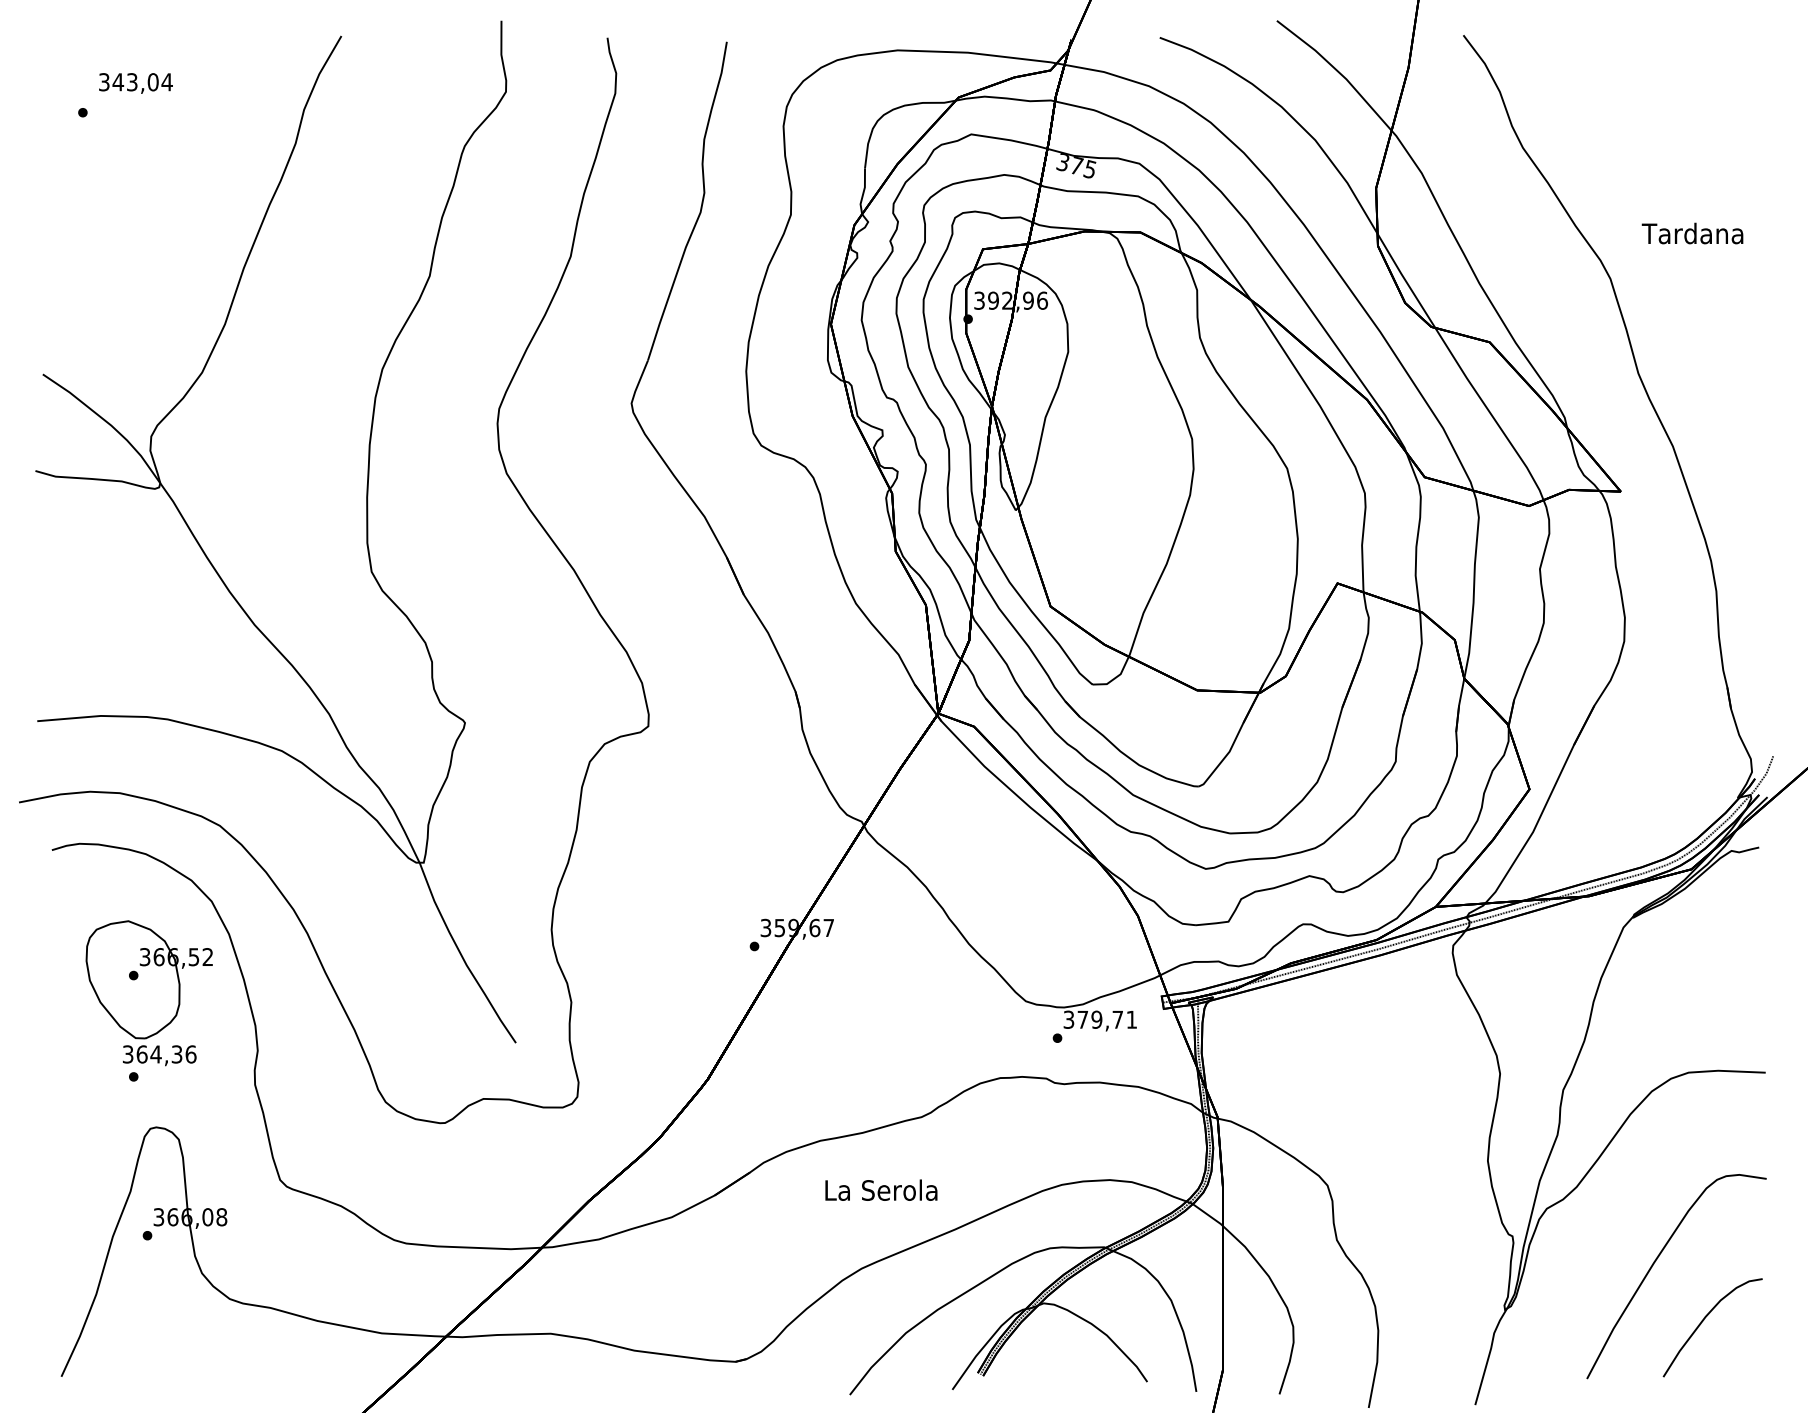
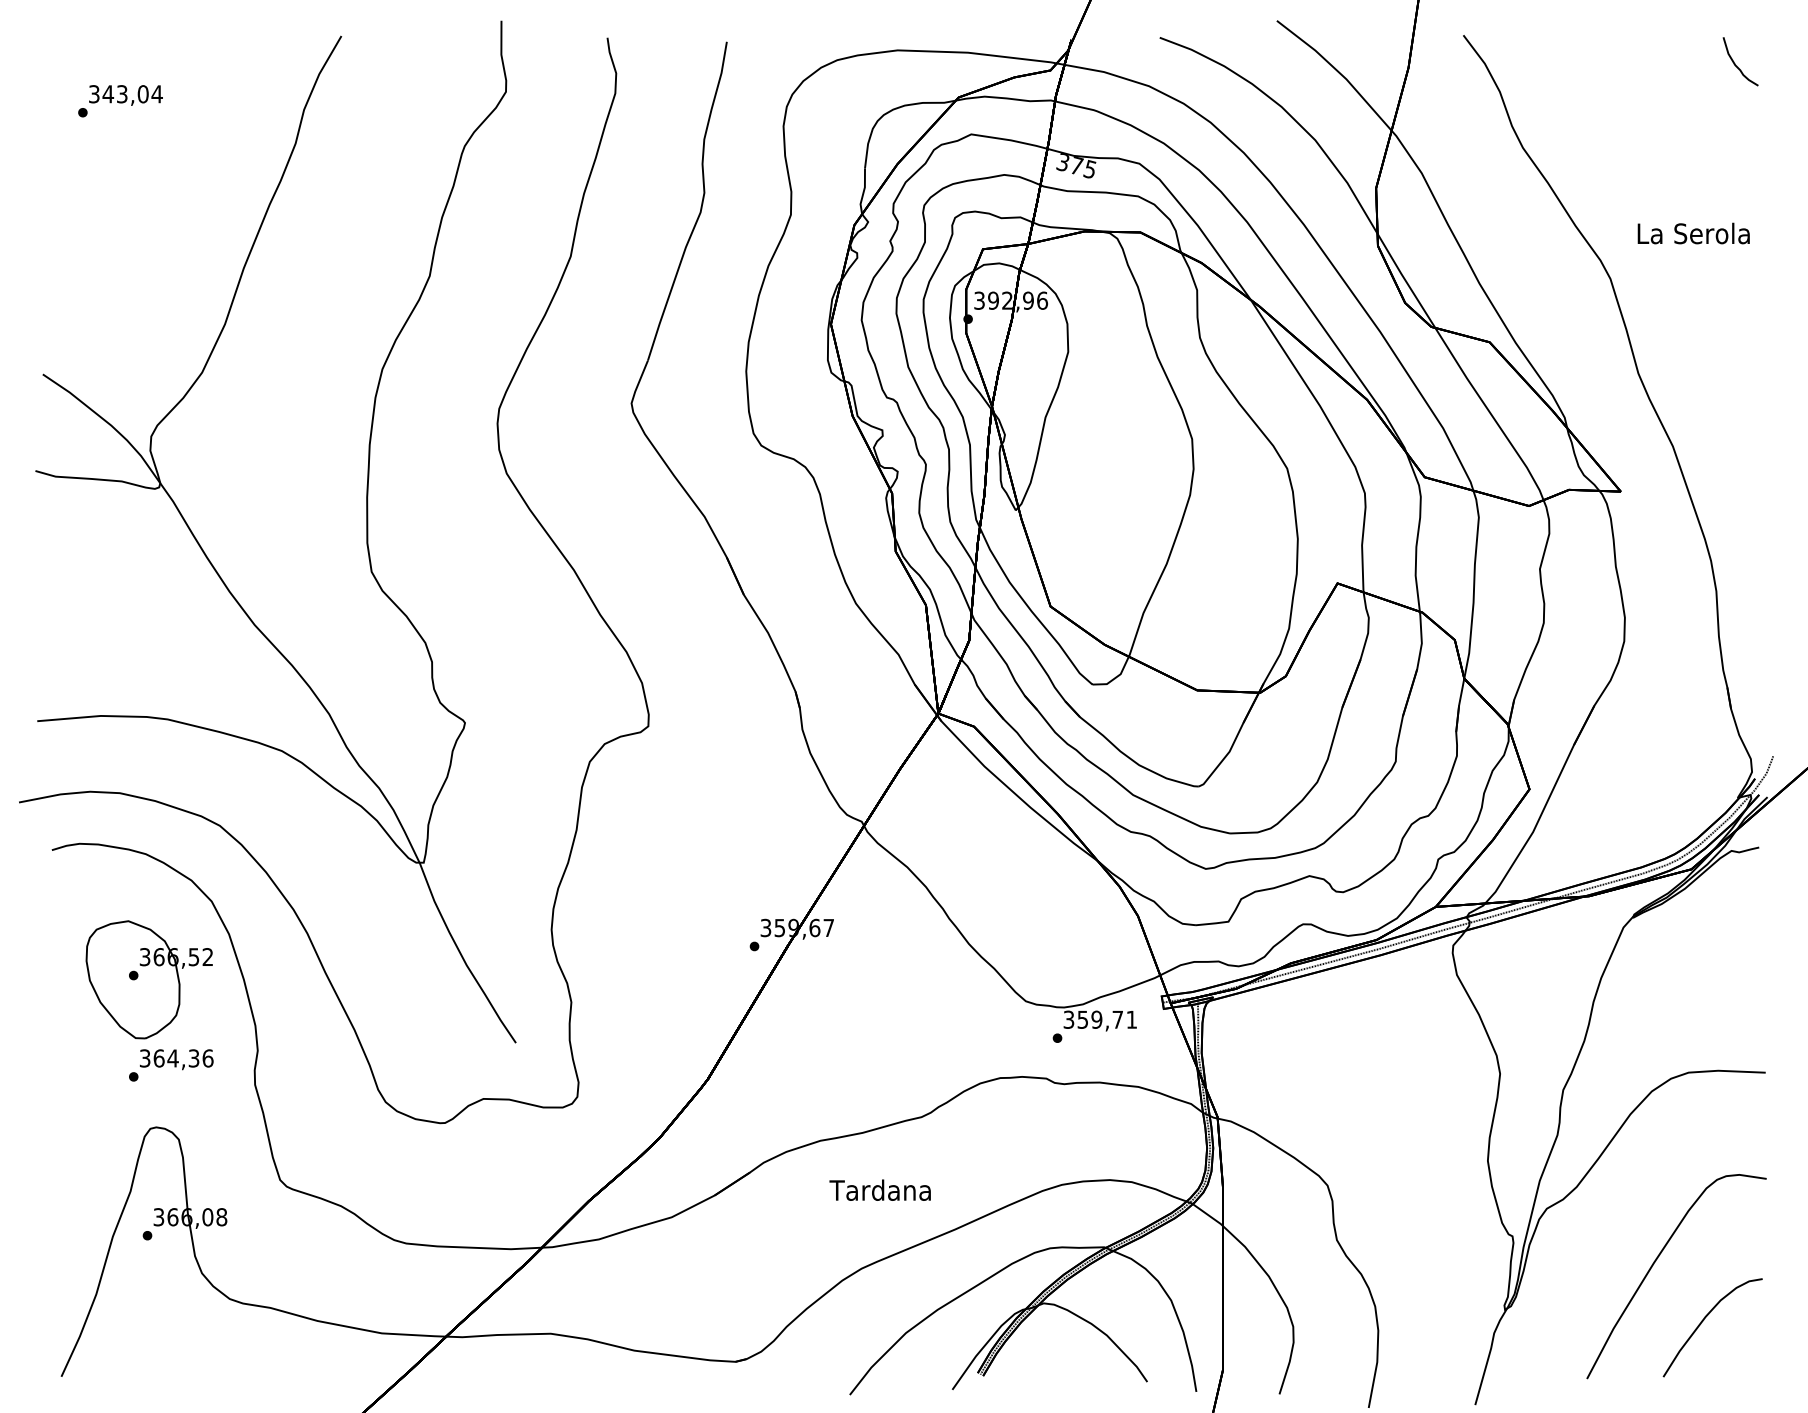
part at (1740, 61): none -> present
text at (135, 83) position: (135, 83) -> (125, 95)
text at (1693, 233): Tardana -> La Serola
text at (1082, 1019): 379,71 -> 359,71
text at (159, 1055) position: (159, 1055) -> (176, 1059)
text at (881, 1189): La Serola -> Tardana
